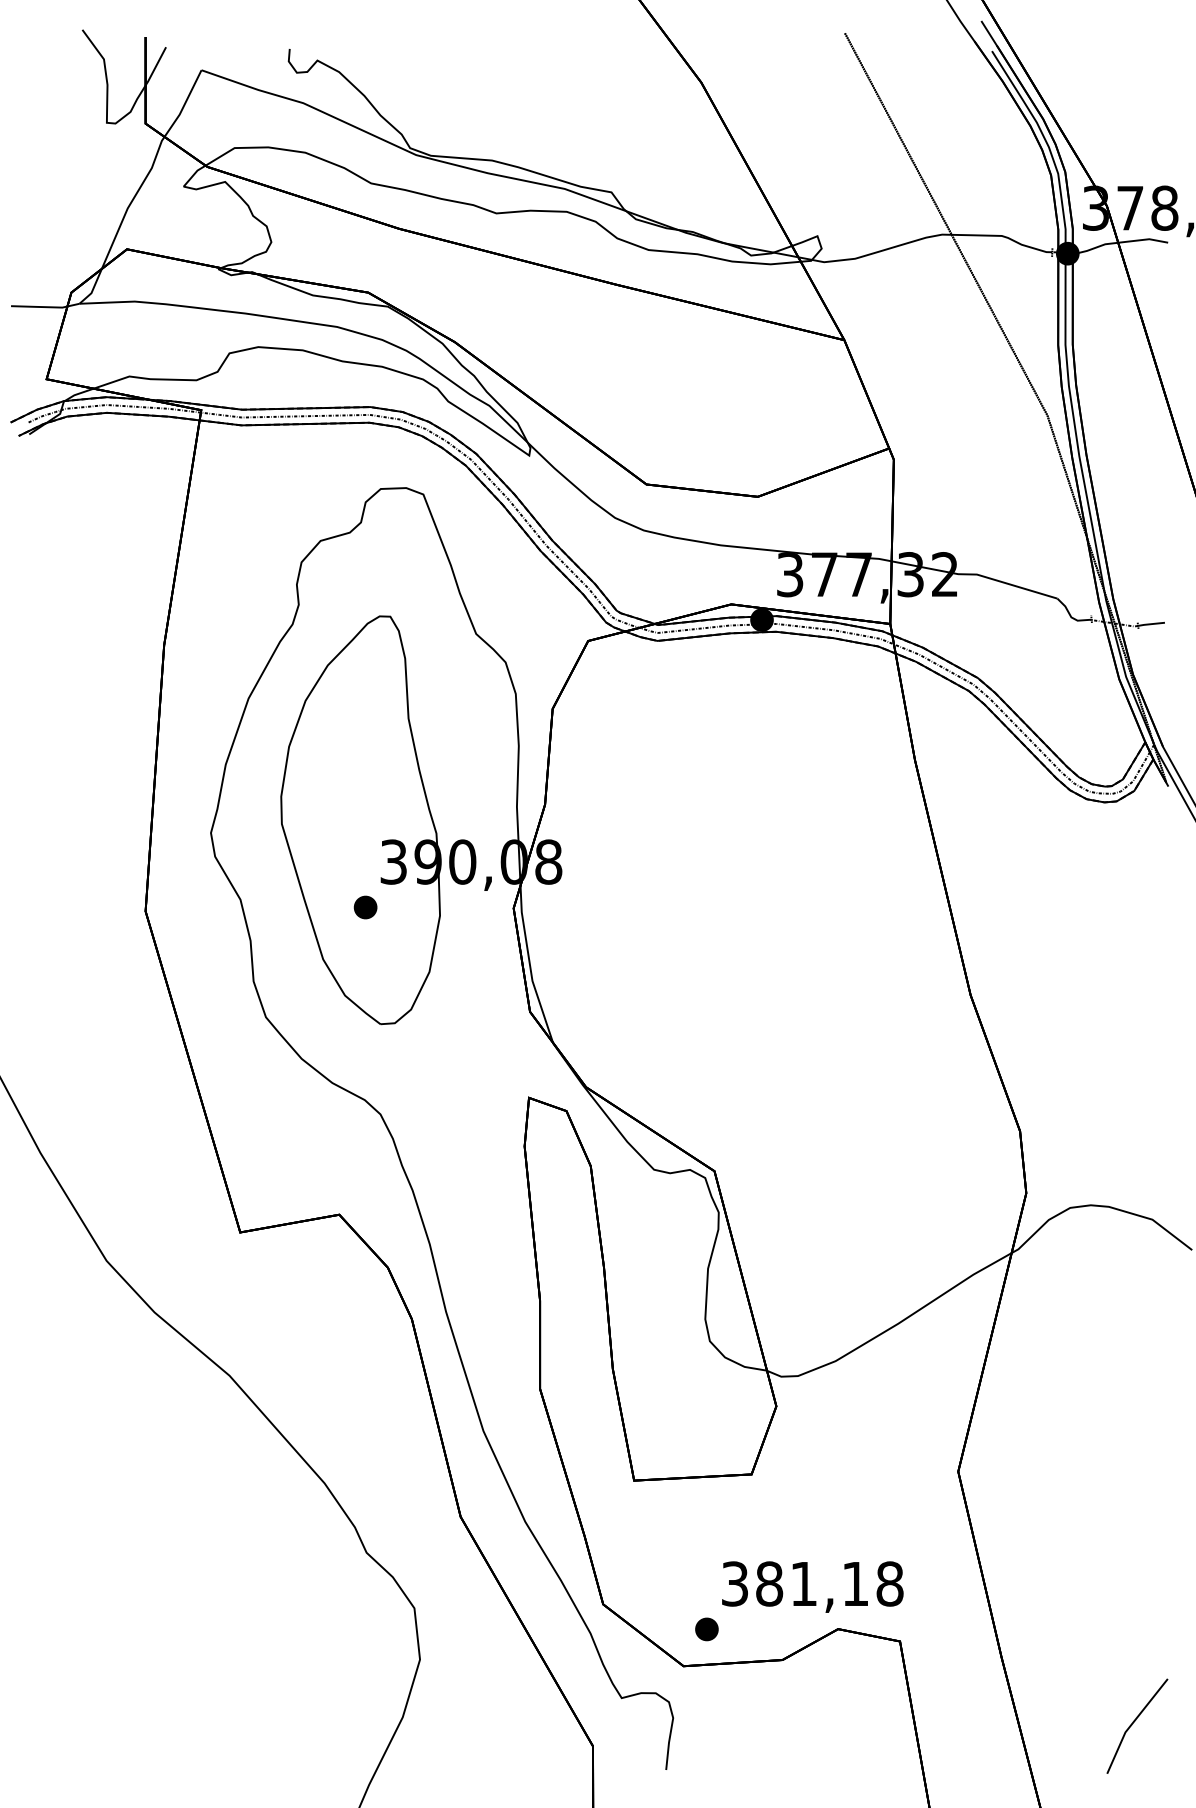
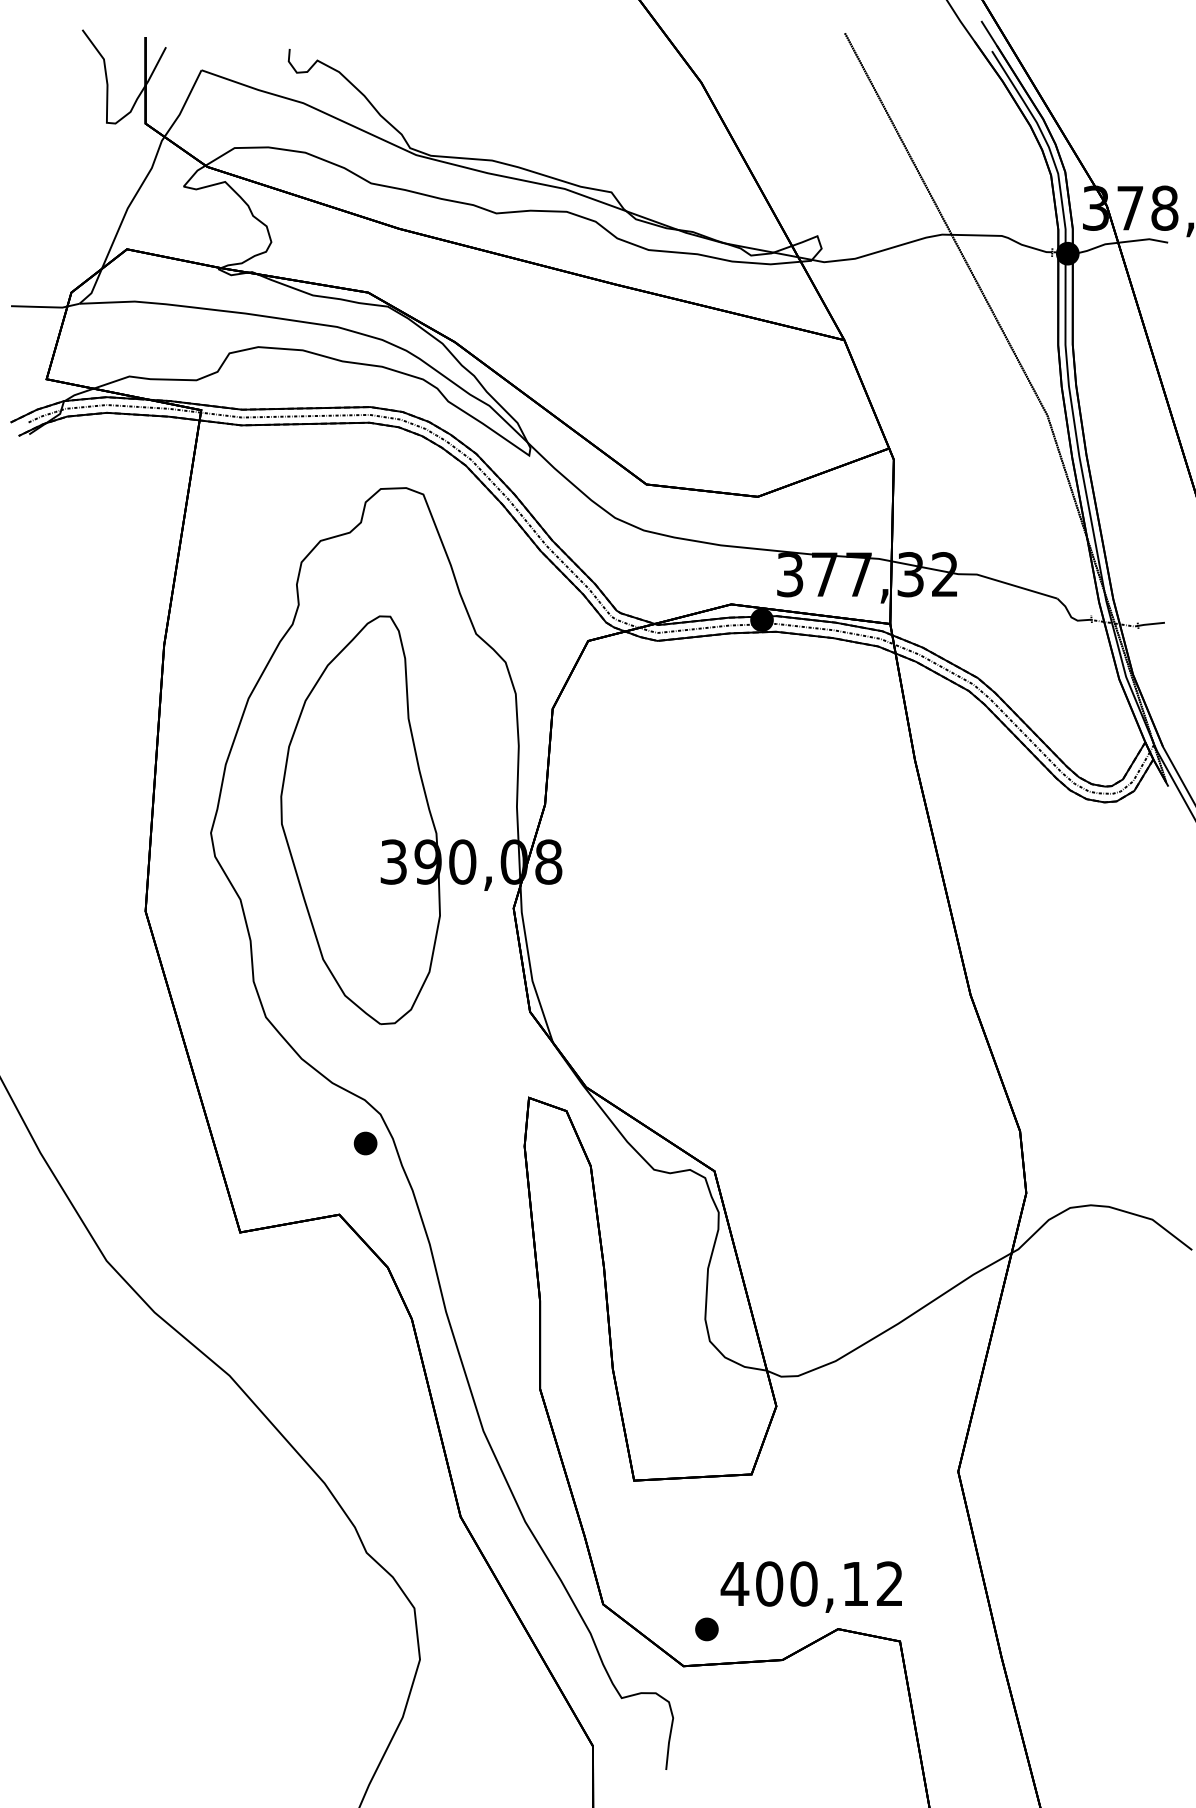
part at (365, 907) position: (365, 907) -> (365, 1143)
text at (811, 1583): 381,18 -> 400,12
line at (1134, 1722): present -> none
